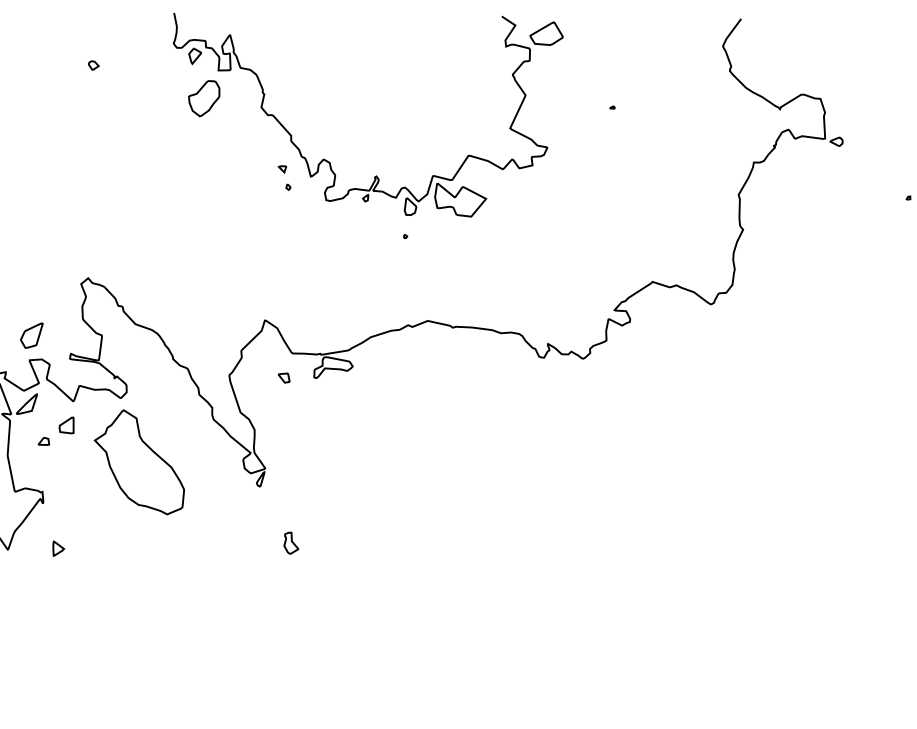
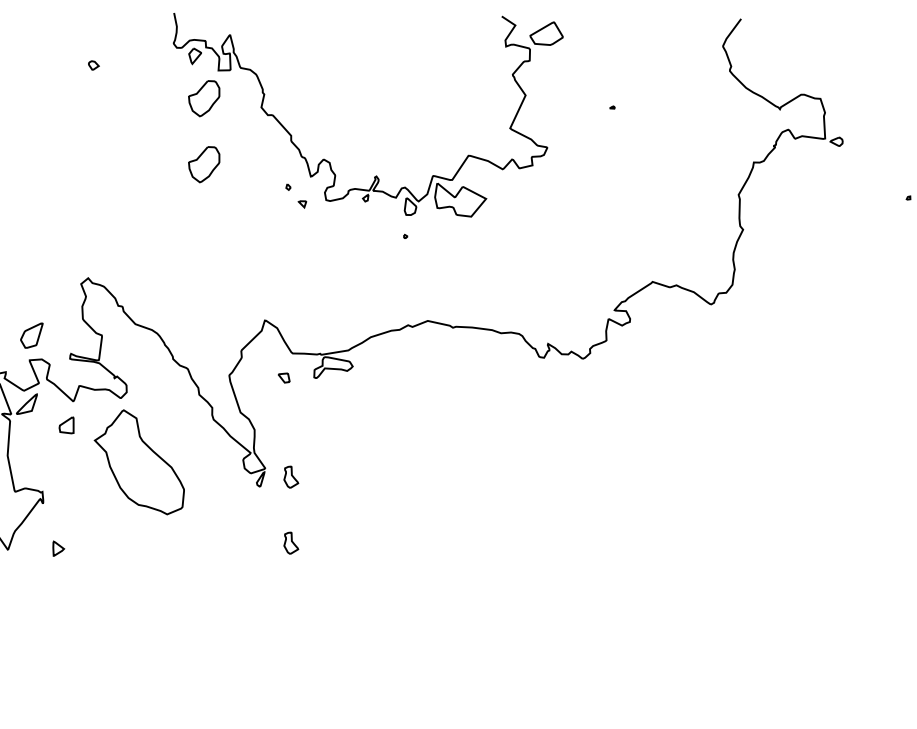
part at (204, 164): none -> present
part at (282, 169) position: (282, 169) -> (302, 204)
part at (43, 441): present -> none
part at (291, 476): none -> present
